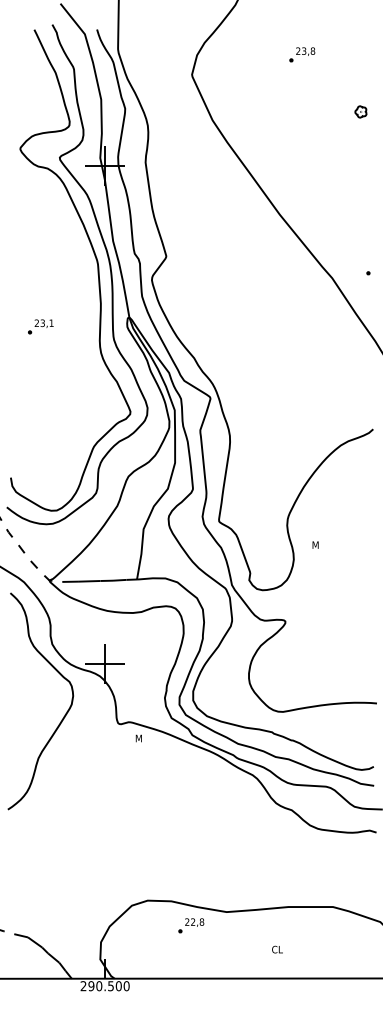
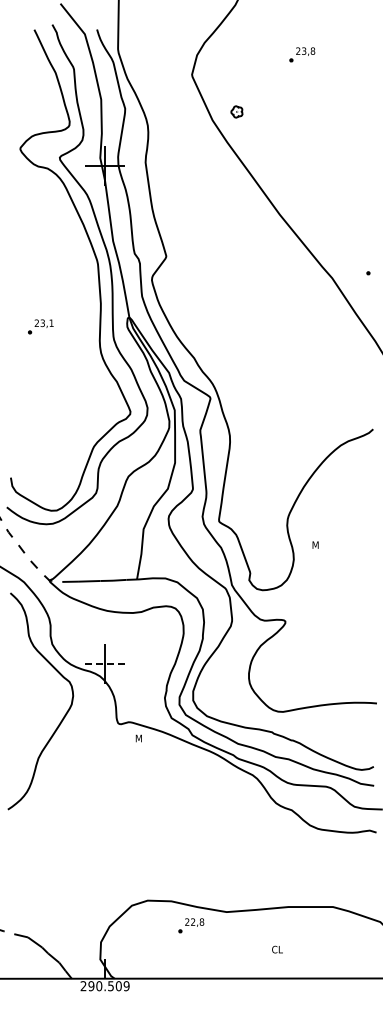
part at (360, 111) position: (360, 111) -> (236, 111)
line at (105, 664): solid -> dashed
text at (126, 986): 290.500 -> 290.509
